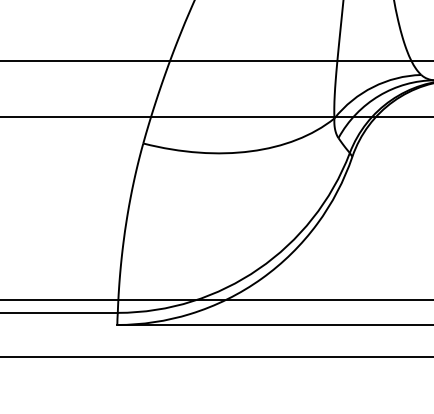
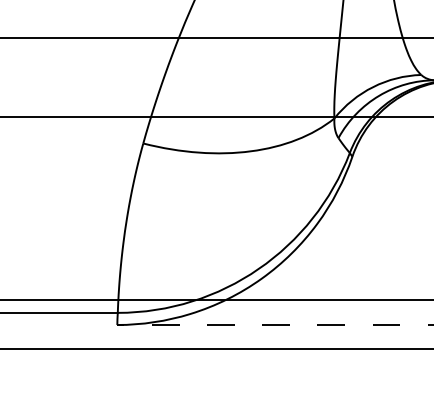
line at (216, 60) position: (216, 60) -> (216, 37)
line at (275, 324): solid -> dashed
line at (216, 356) position: (216, 356) -> (216, 348)
